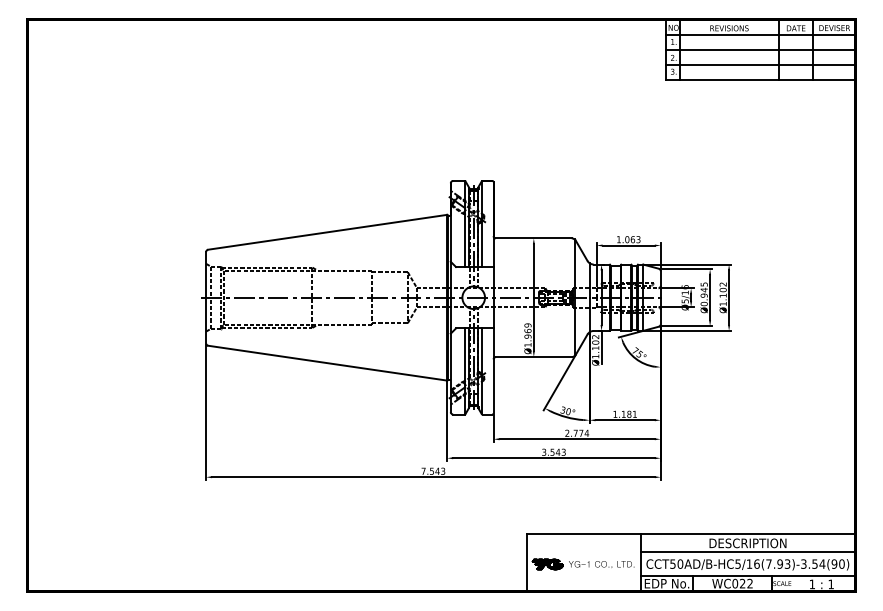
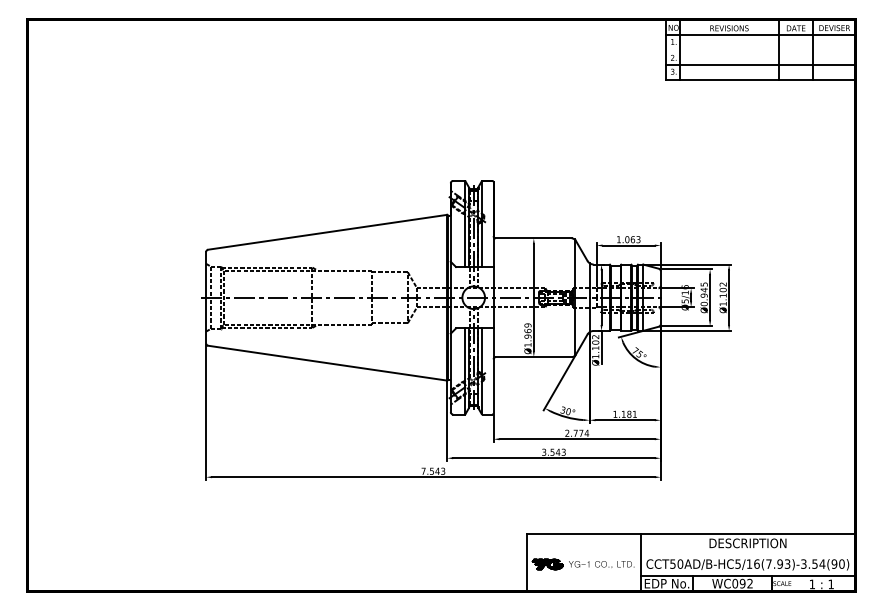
line at (760, 49): present -> none
line at (747, 552): present -> none
text at (742, 583): WC022 -> WC092
